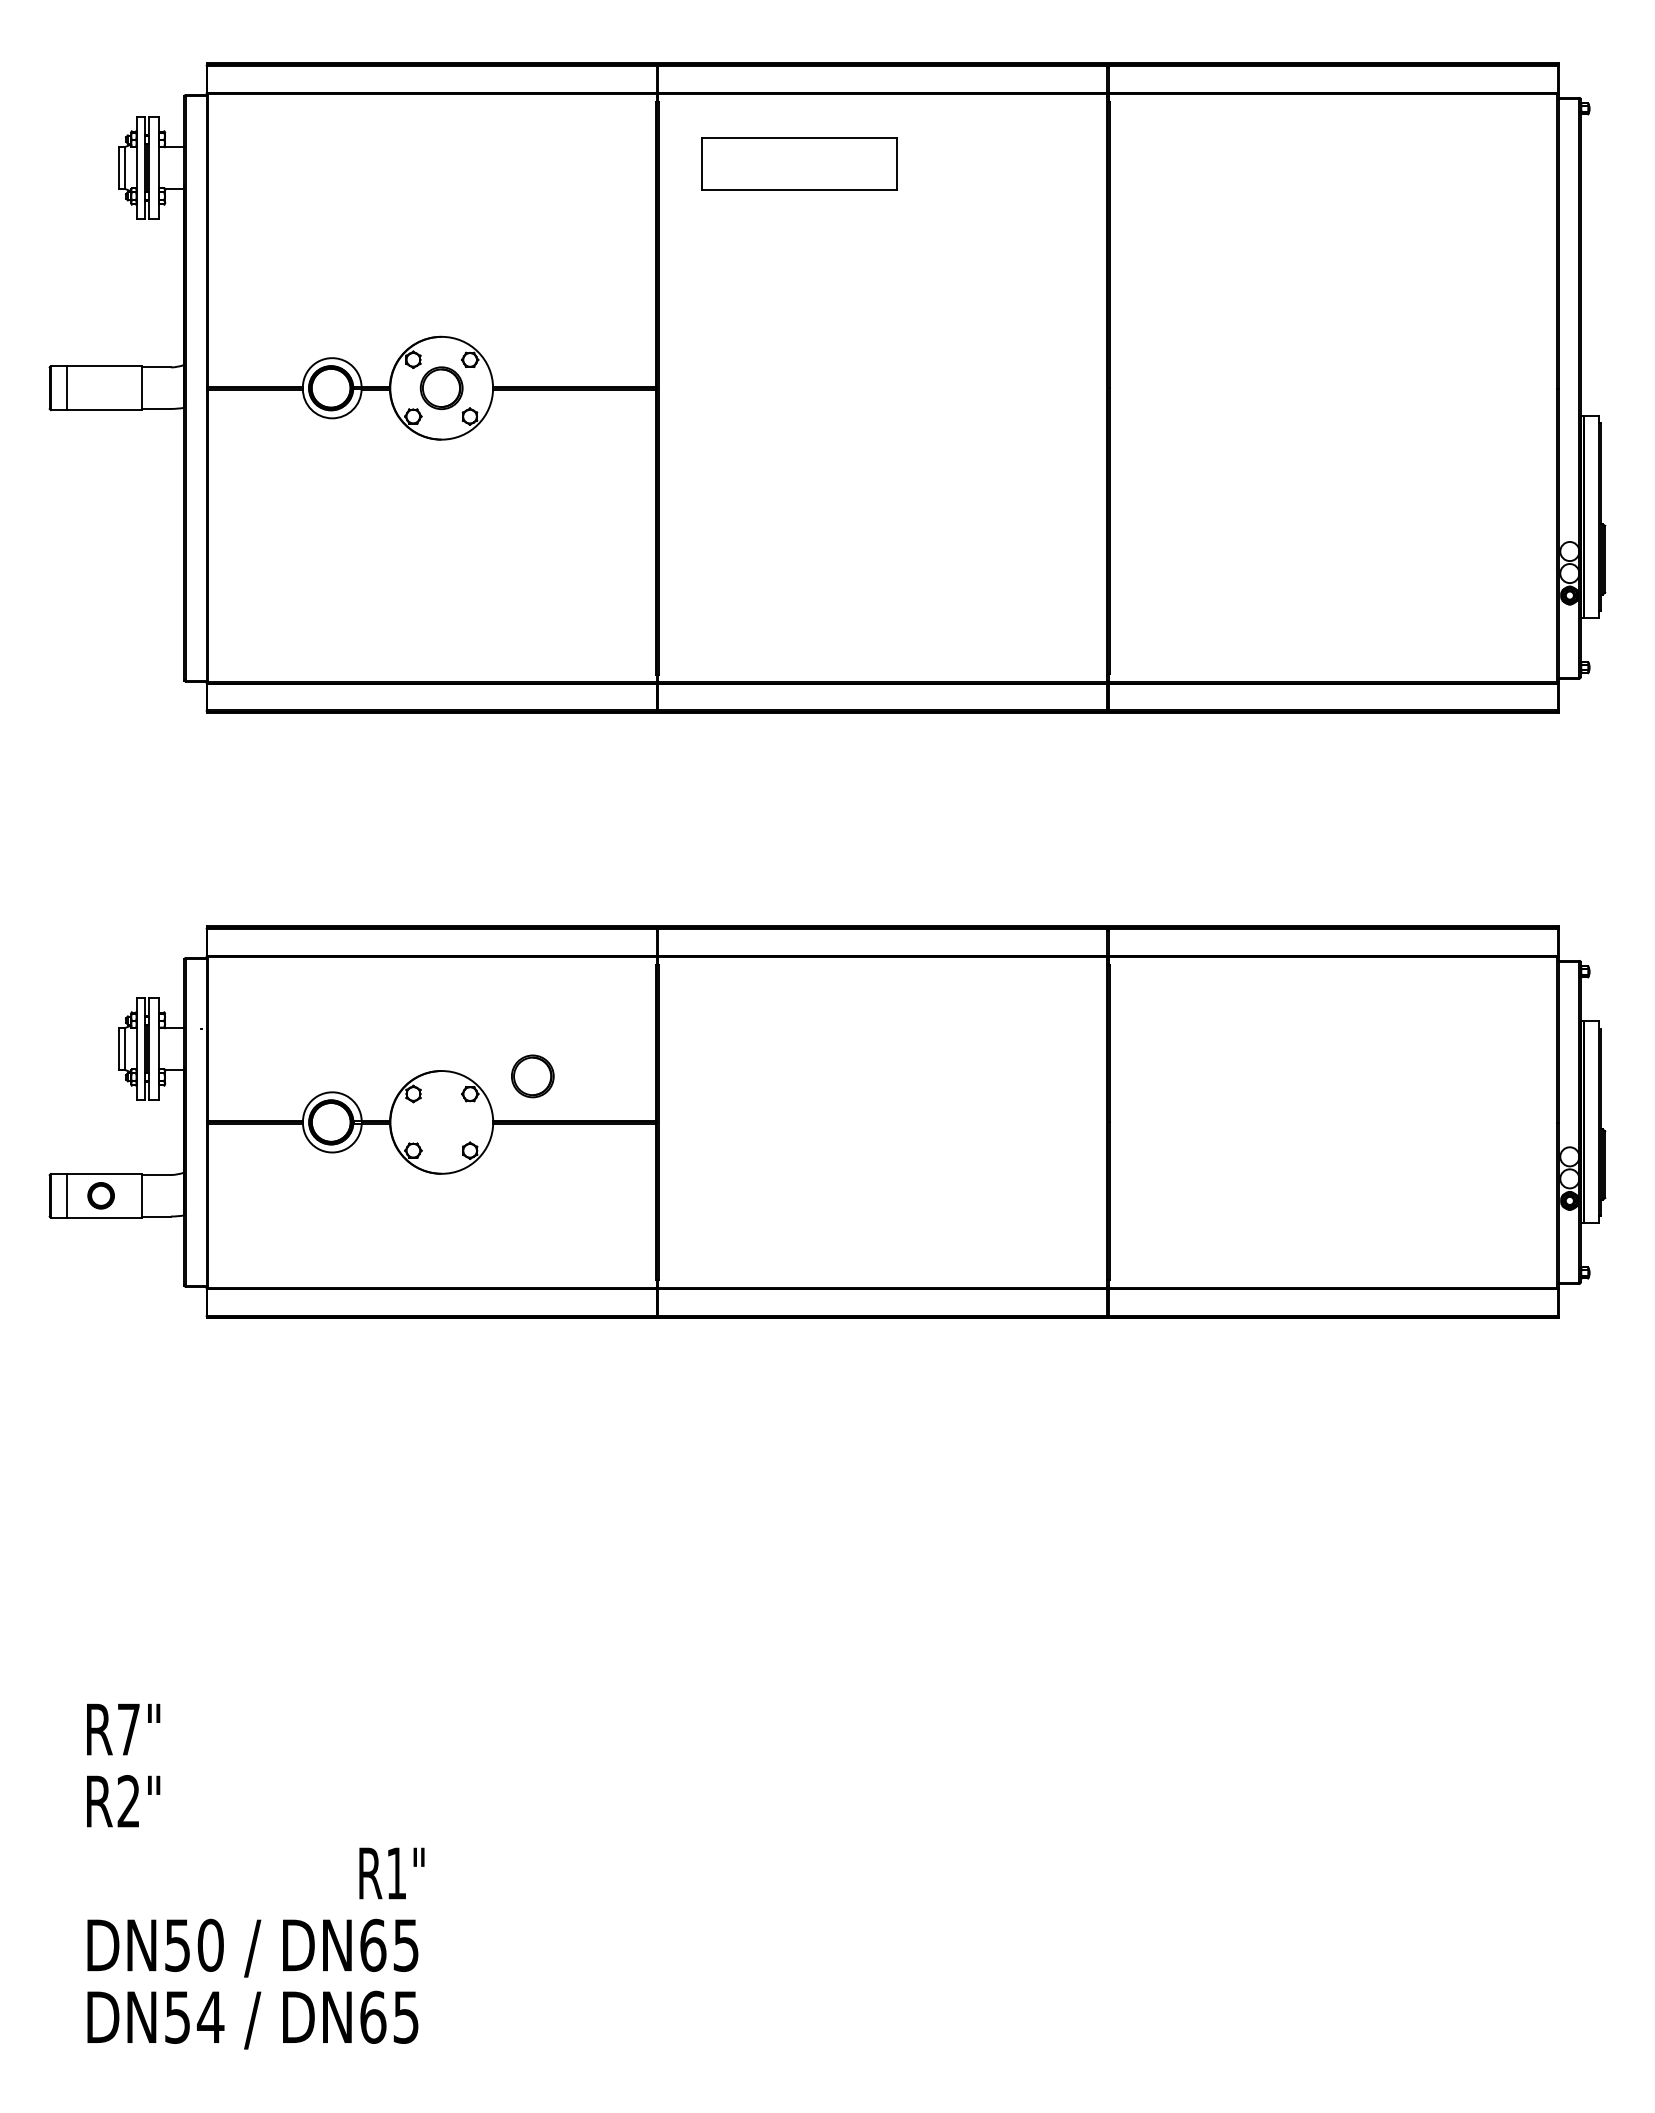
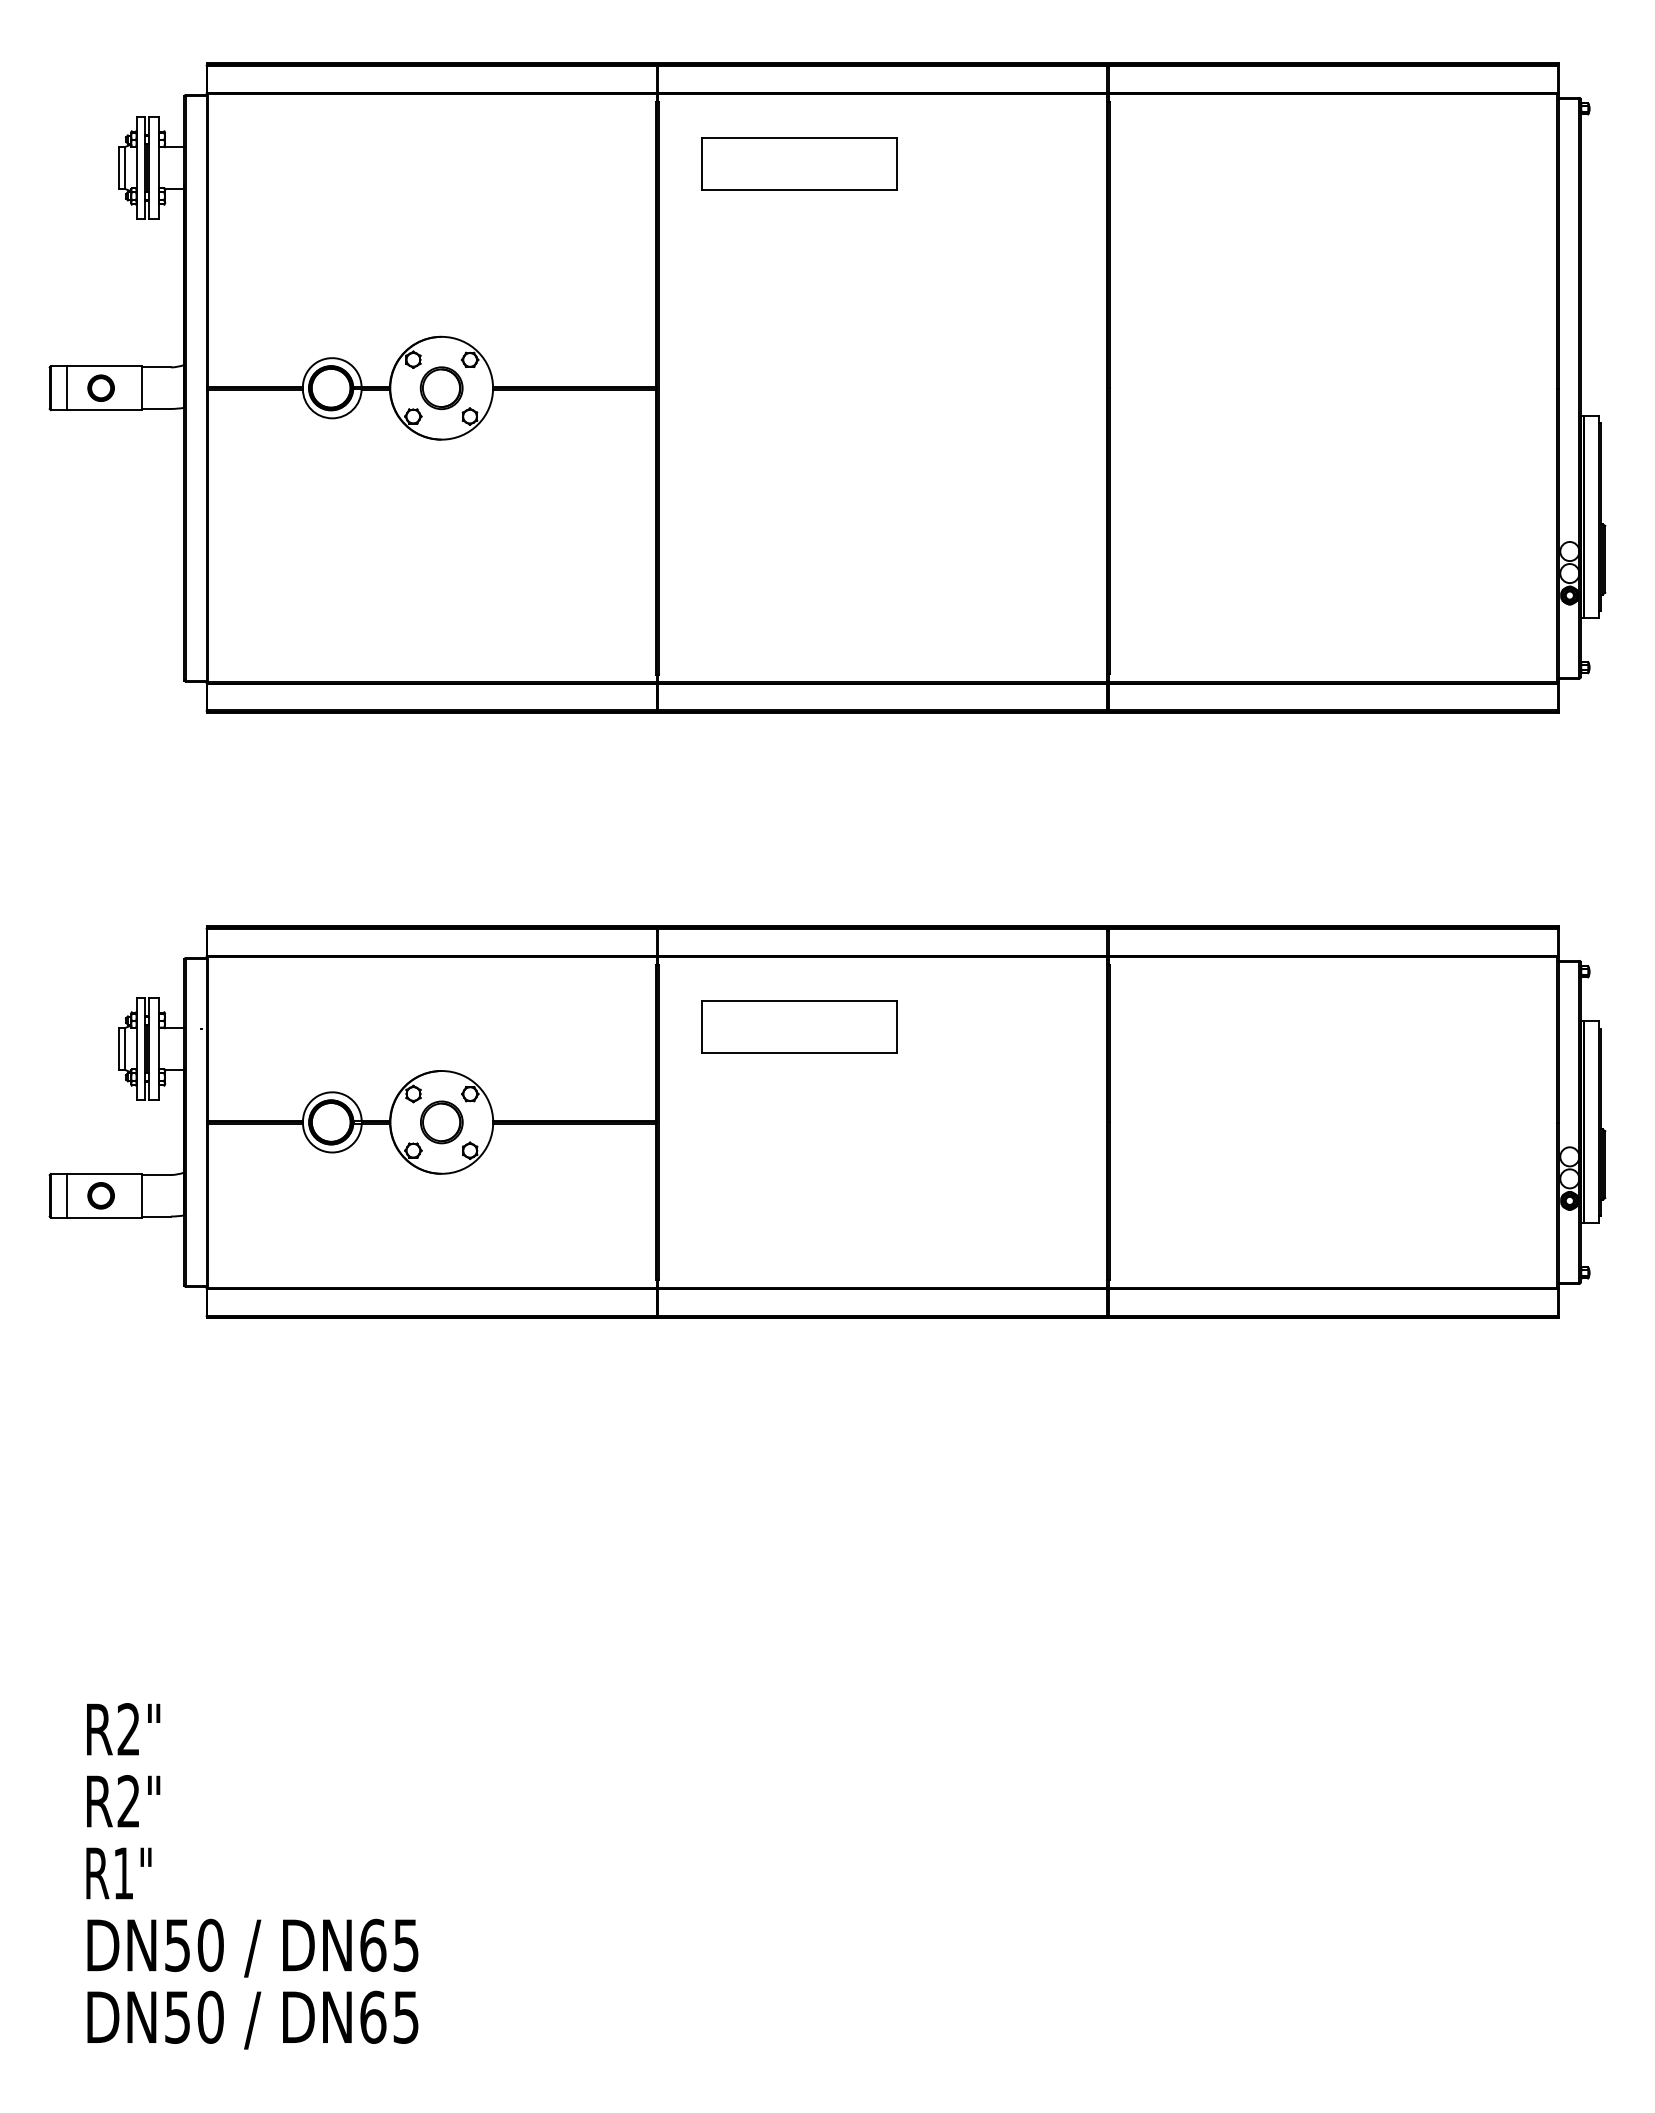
part at (100, 387): none -> present
part at (799, 1026): none -> present
part at (532, 1076) position: (532, 1076) -> (441, 1122)
text at (128, 1729): R7" -> R2"
text at (391, 1873) position: (391, 1873) -> (118, 1873)
text at (210, 2016): DN54 -> DN50
